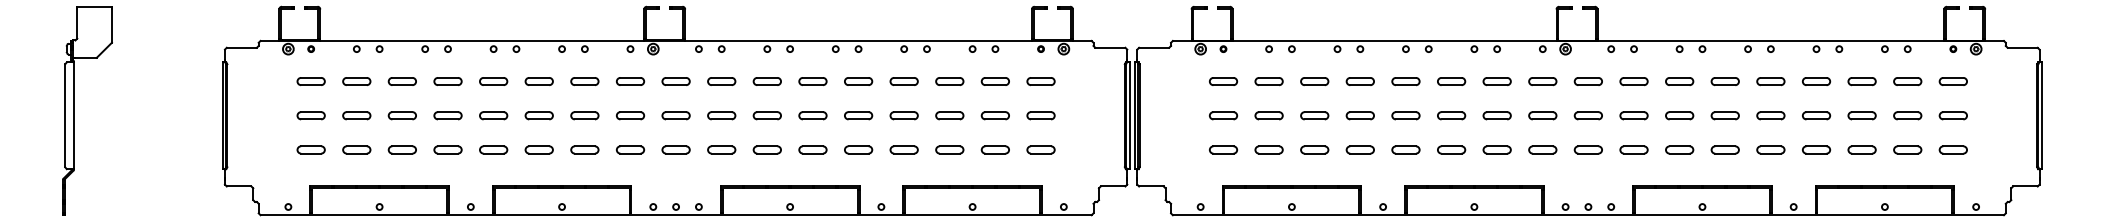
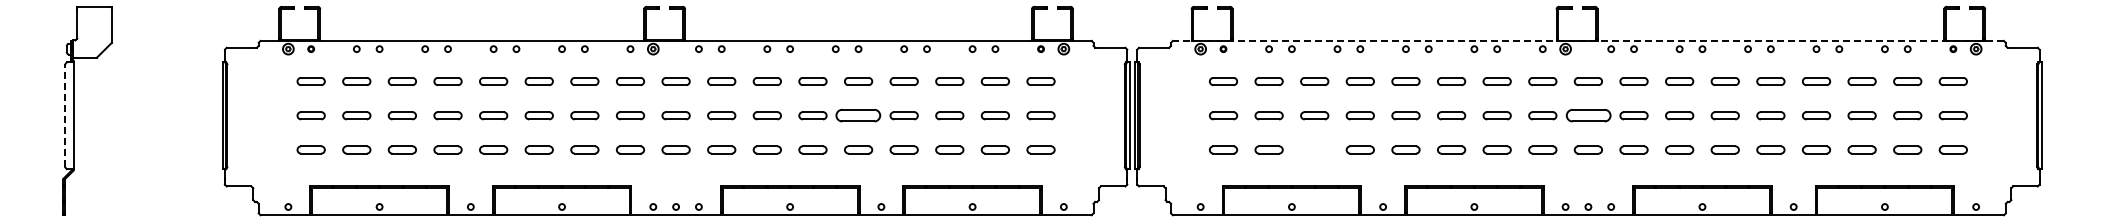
line at (1588, 40): solid -> dashed
line at (65, 115): solid -> dashed
part at (858, 115) size: 30x10 px -> 47x15 px
part at (1587, 115) size: 30x10 px -> 47x14 px
part at (1314, 149): present -> none
